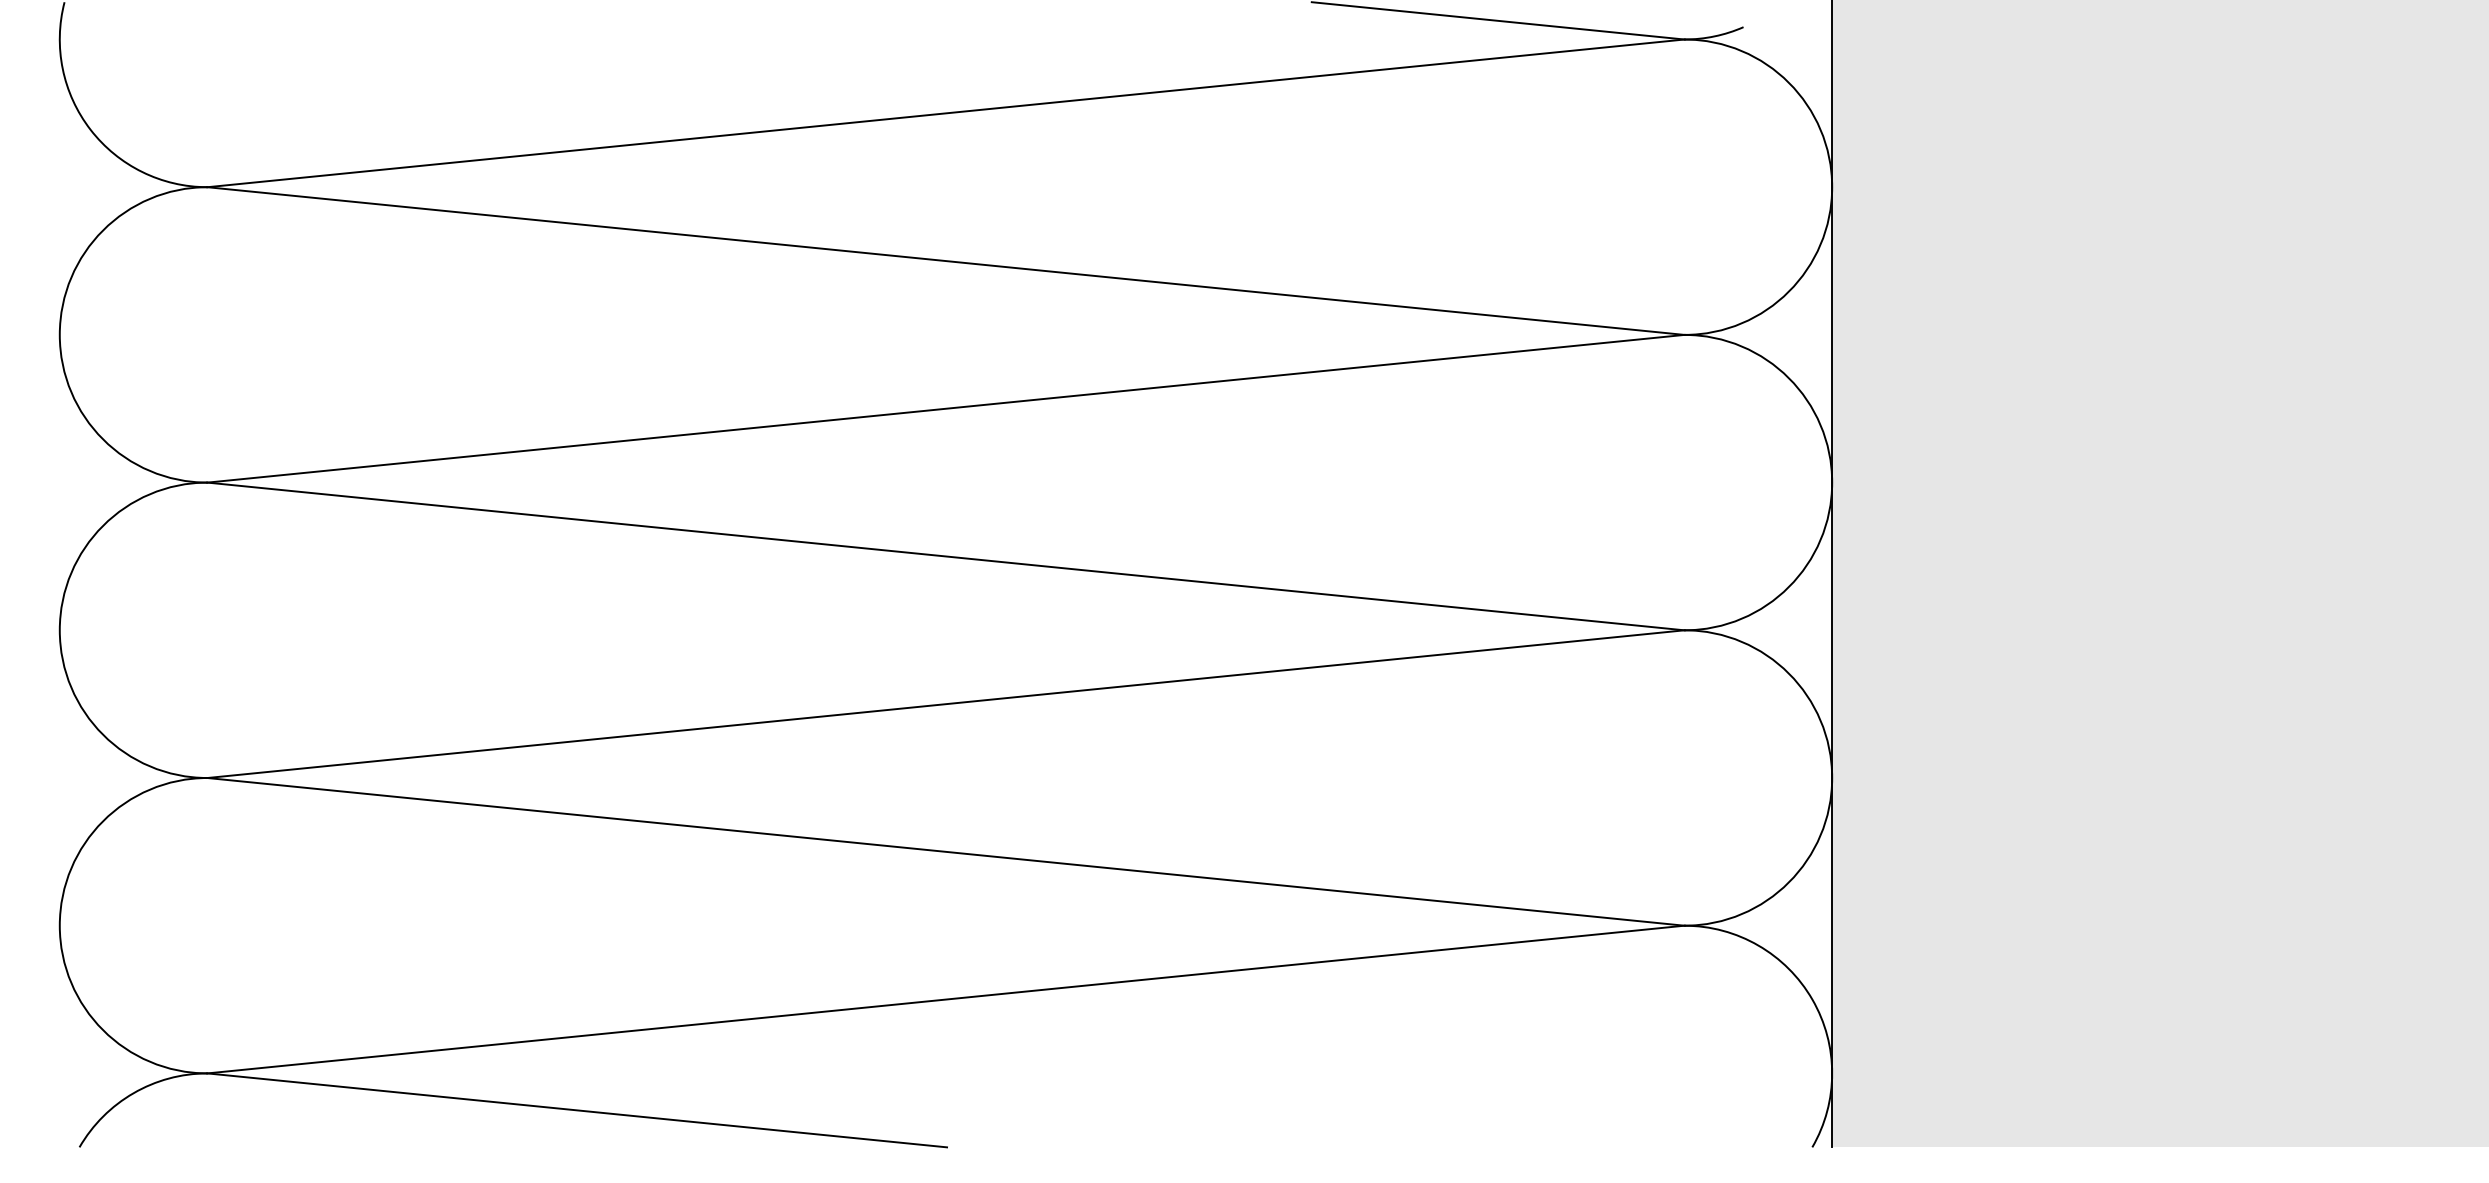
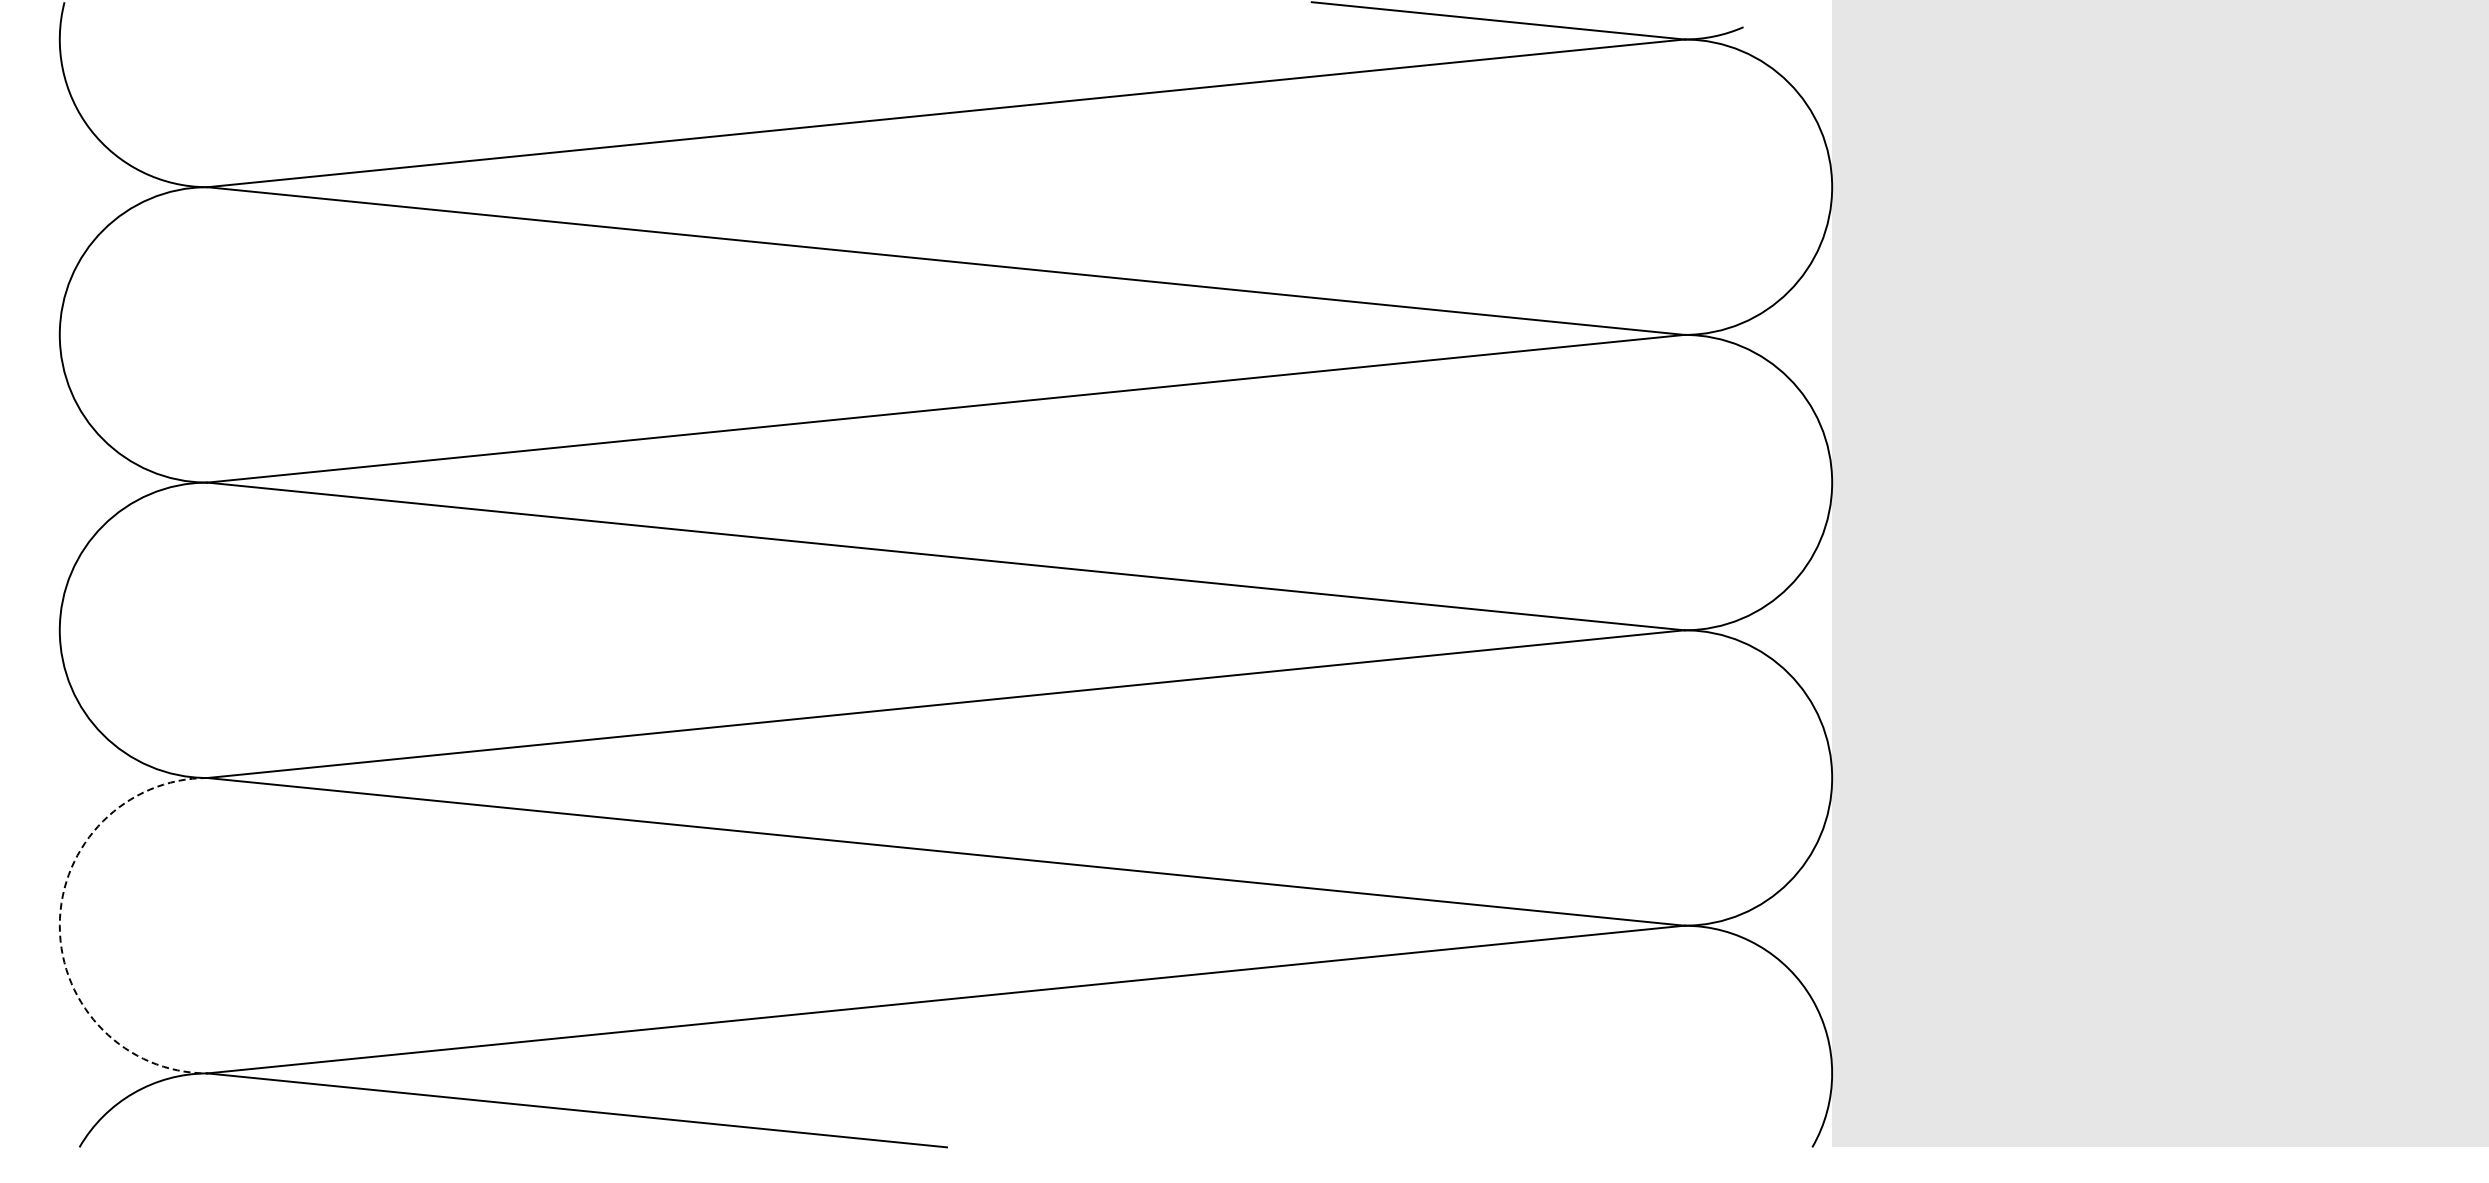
line at (1832, 574): present -> none
arc at (59, 925): solid -> dashed
